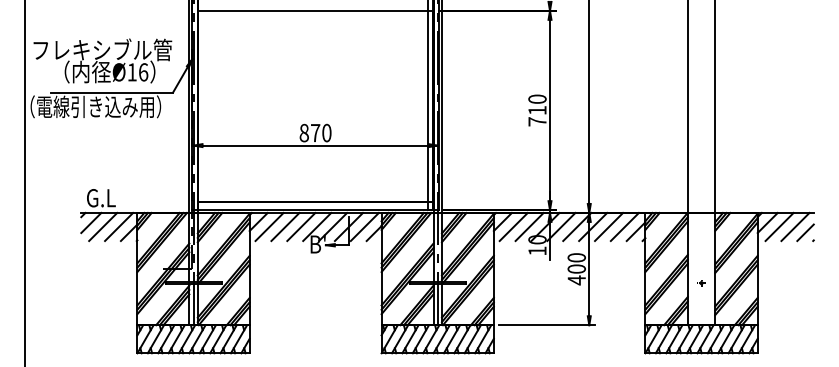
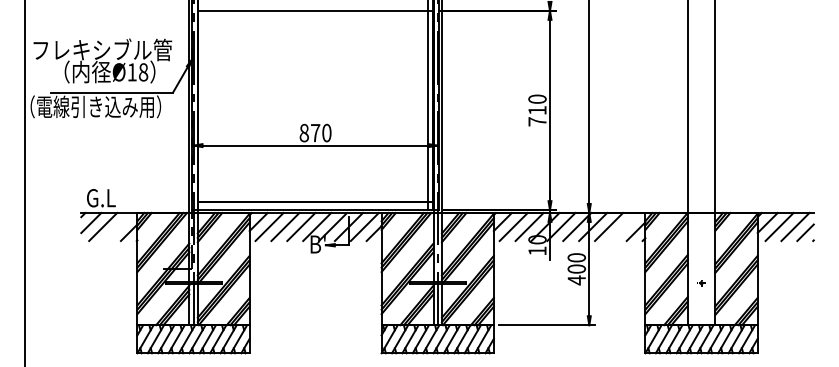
text at (143, 72): Ø16 -> Ø18
line at (119, 226): present -> none
line at (624, 226): present -> none
